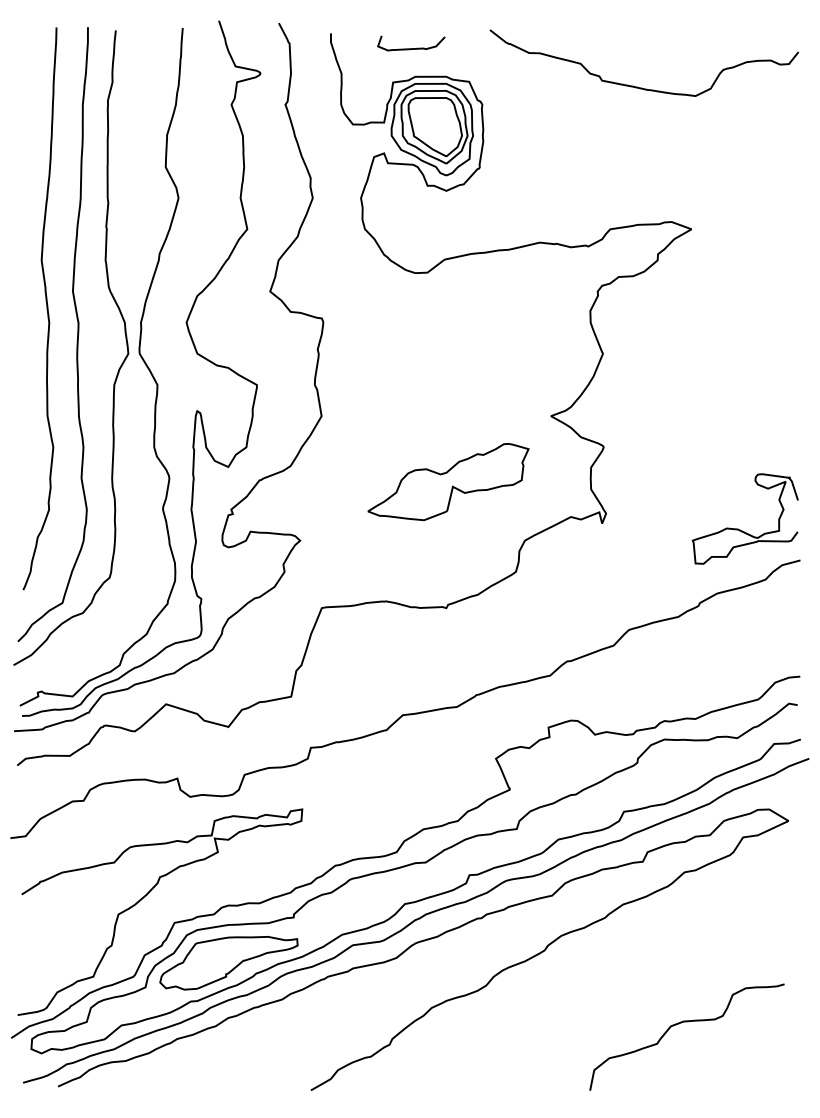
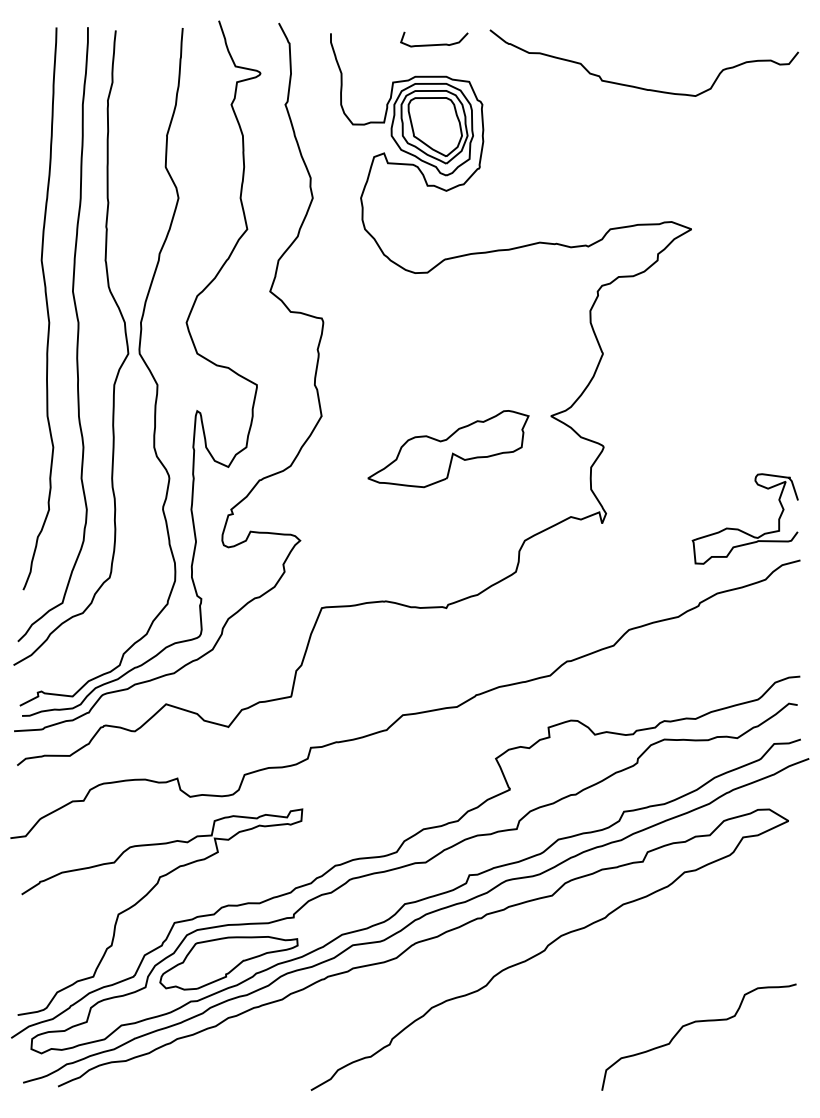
curve at (411, 48) position: (411, 48) -> (434, 44)
part at (448, 482) position: (448, 482) -> (448, 449)
curve at (679, 1024) position: (679, 1024) -> (691, 1024)
